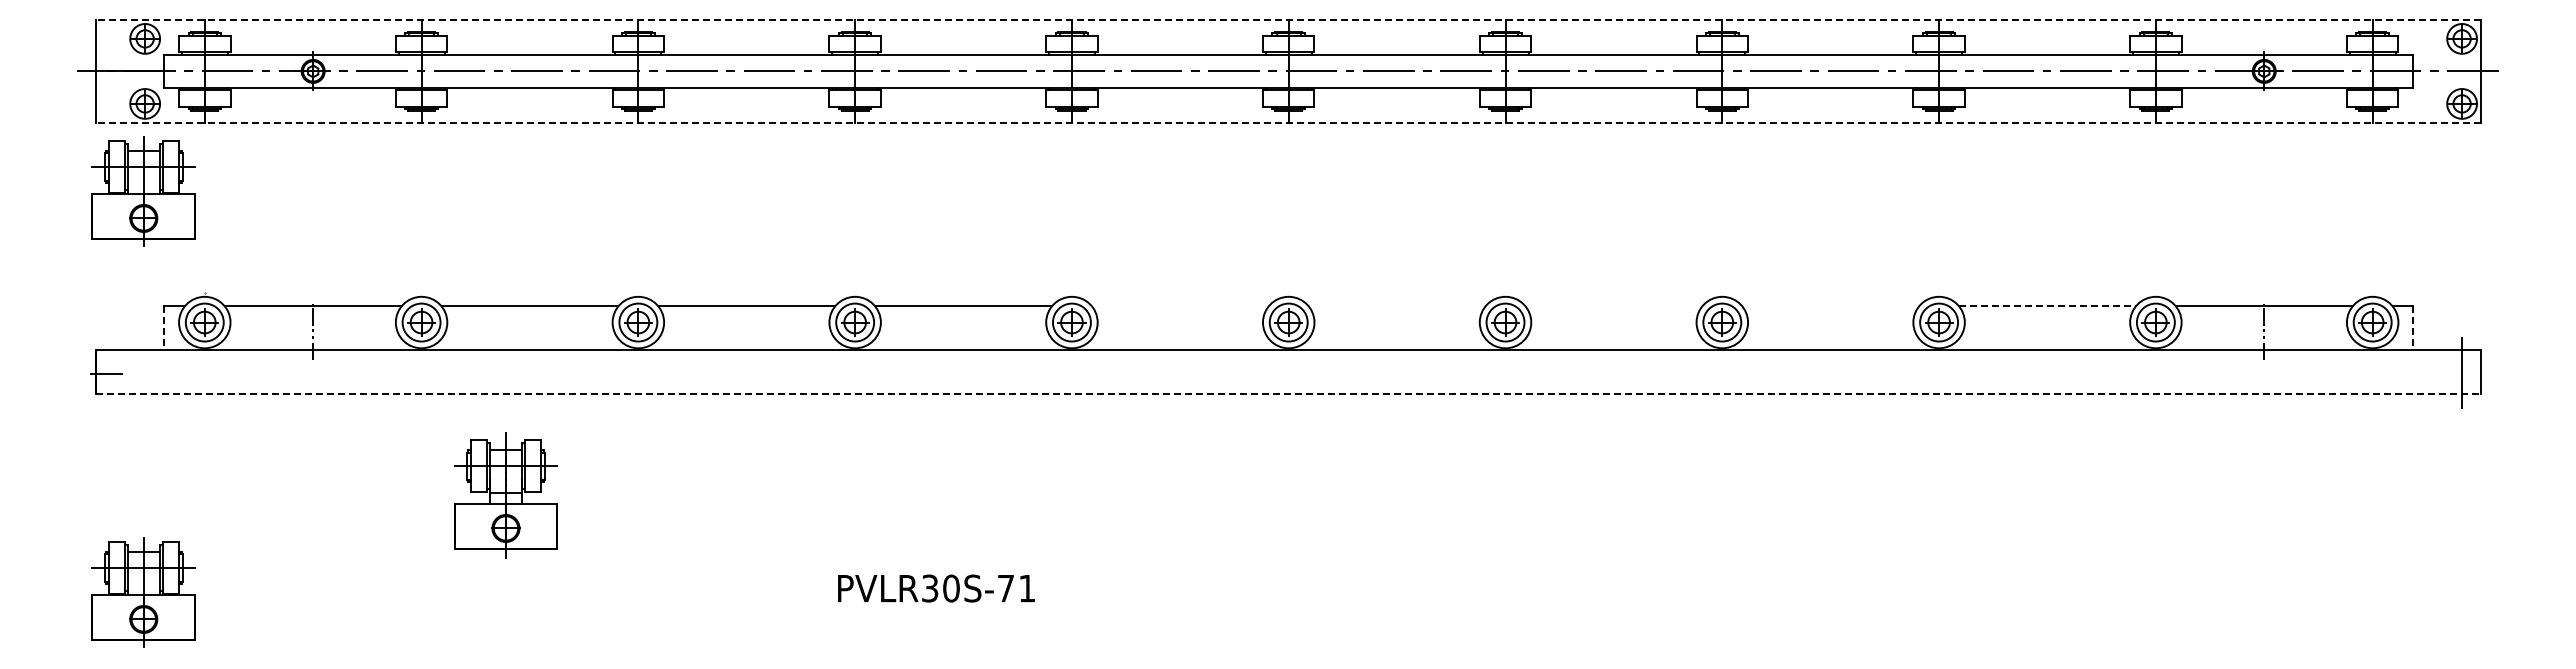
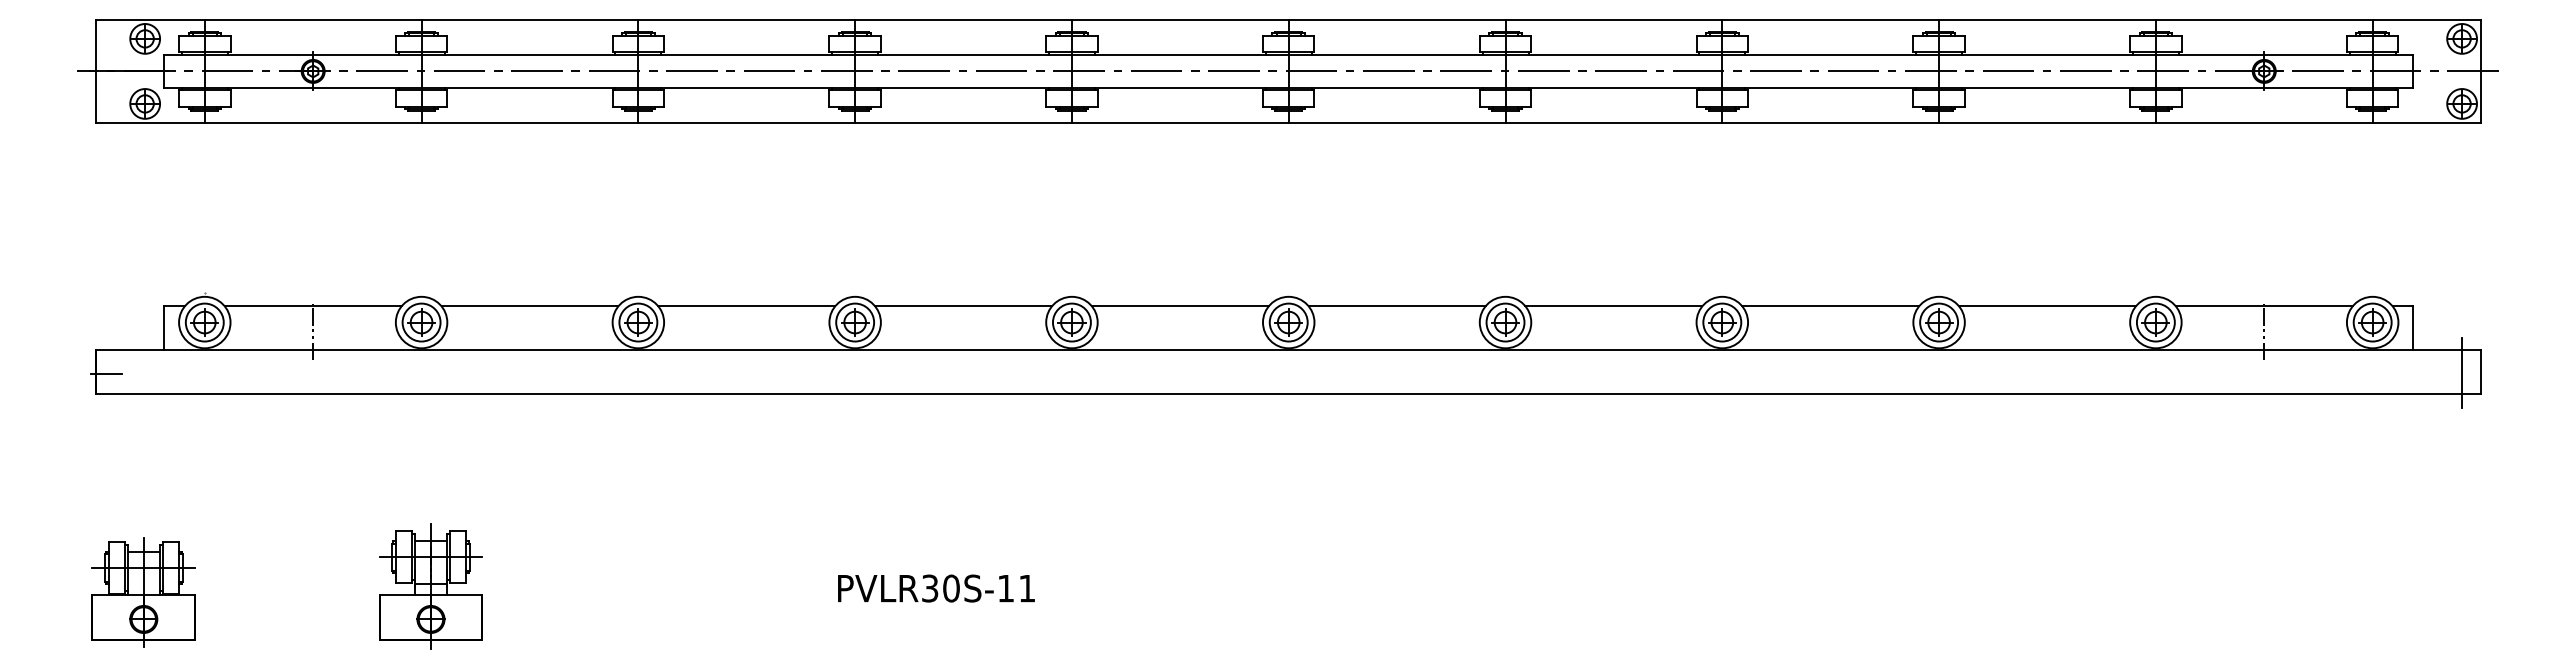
line at (1288, 19): dashed -> solid
line at (1288, 122): dashed -> solid
part at (143, 191): present -> none
line at (1179, 306): none -> present
line at (1396, 306): none -> present
line at (1613, 306): none -> present
line at (1830, 306): none -> present
line at (2047, 306): dashed -> solid
line at (164, 327): dashed -> solid
line at (2413, 327): dashed -> solid
line at (1289, 394): dashed -> solid
part at (505, 495) position: (505, 495) -> (430, 586)
text at (1005, 588): PVLR30S-71 -> PVLR30S-11
